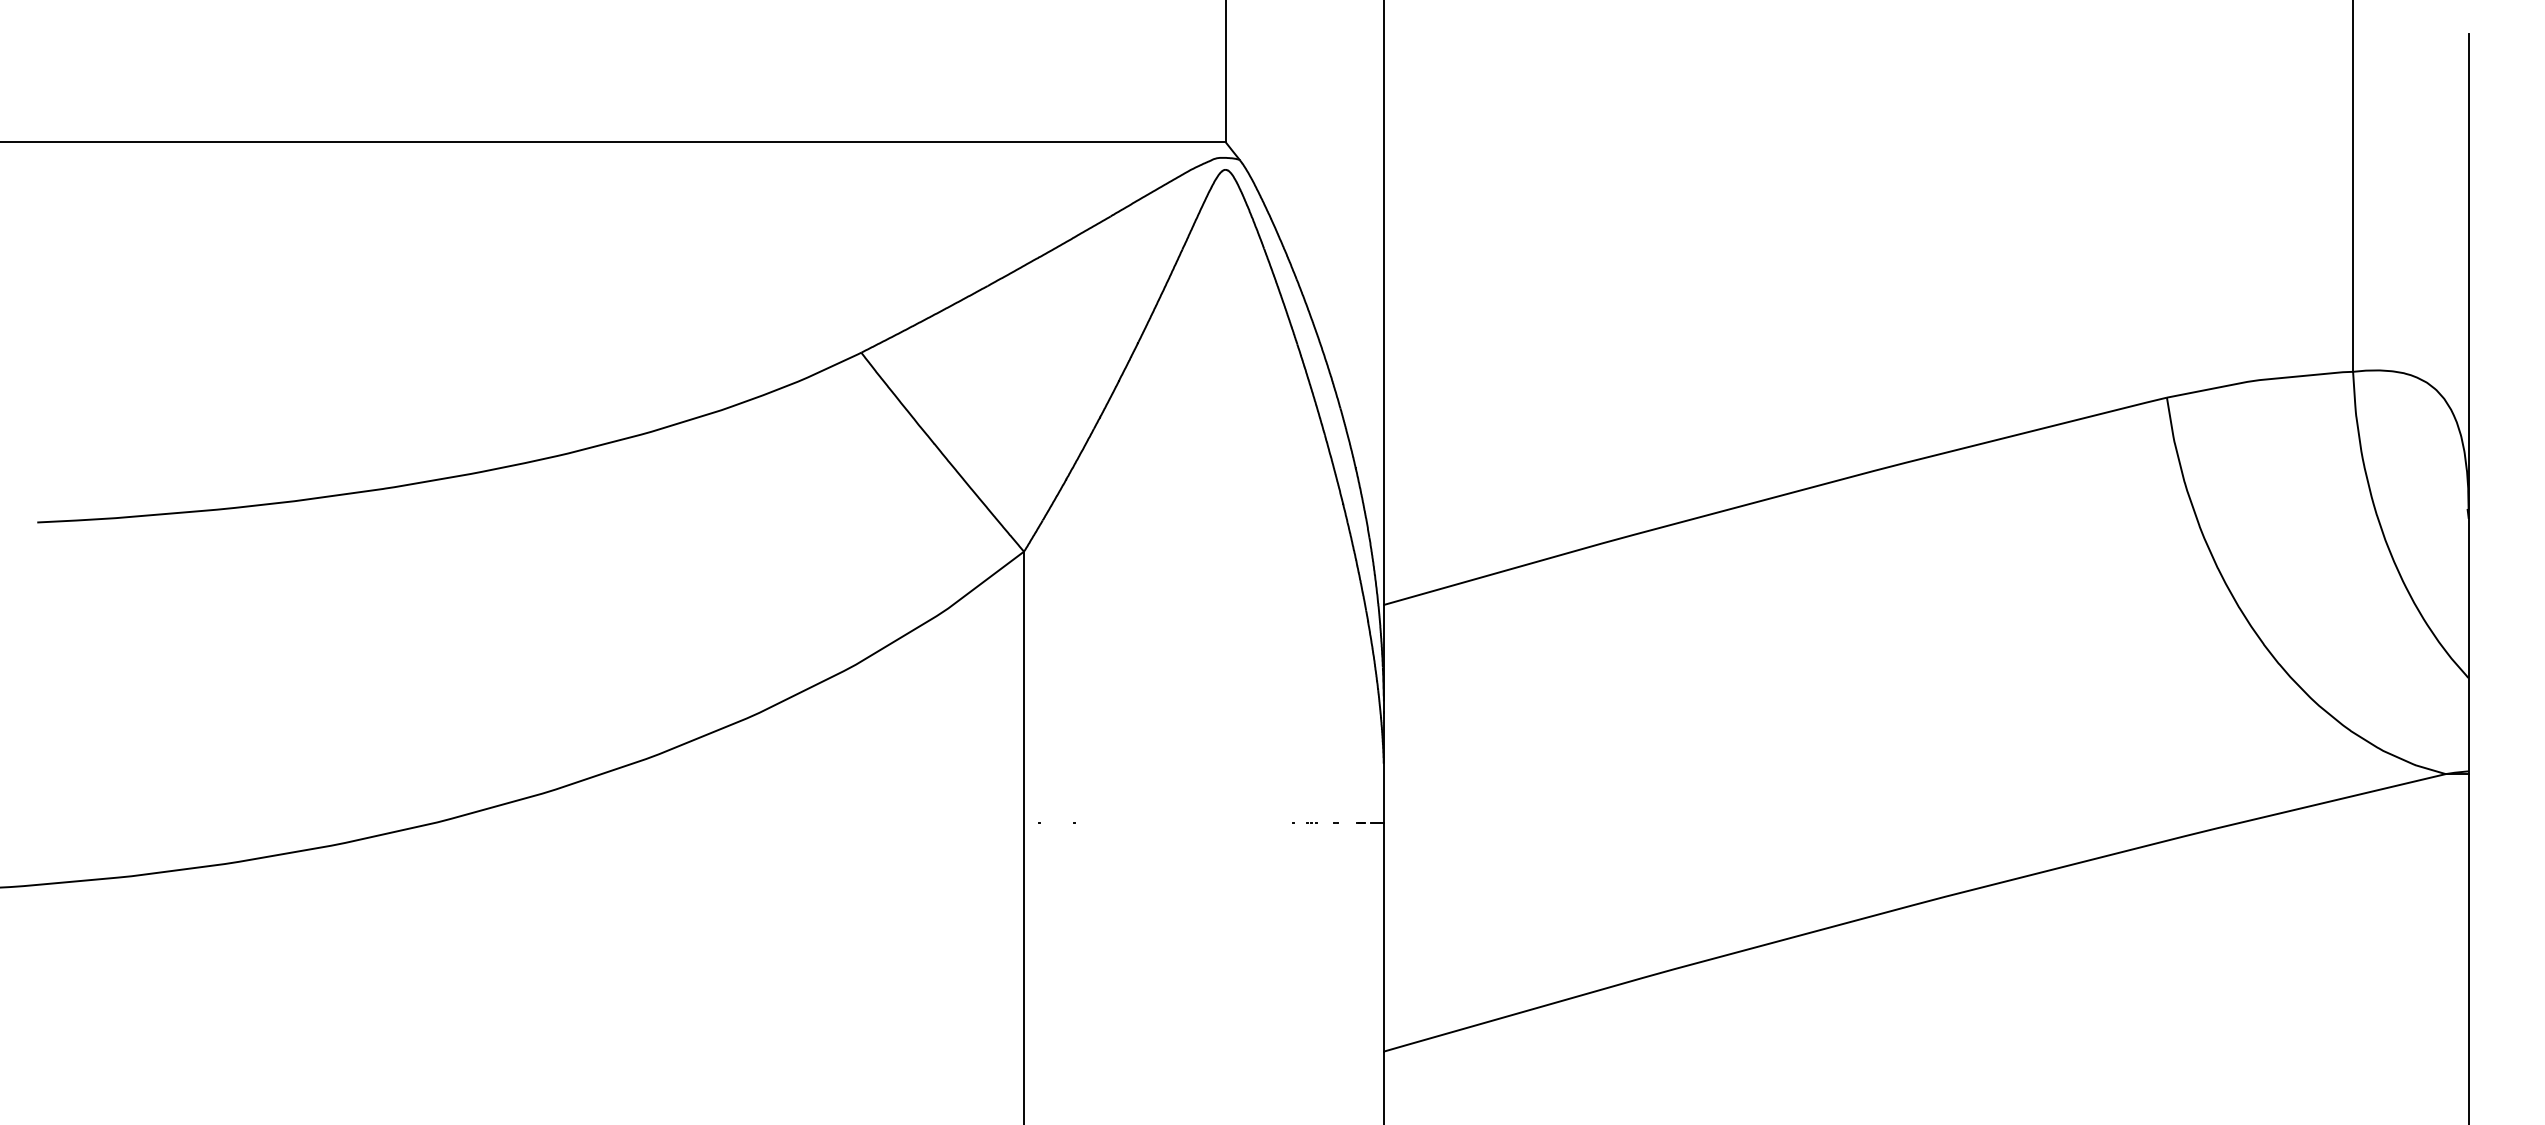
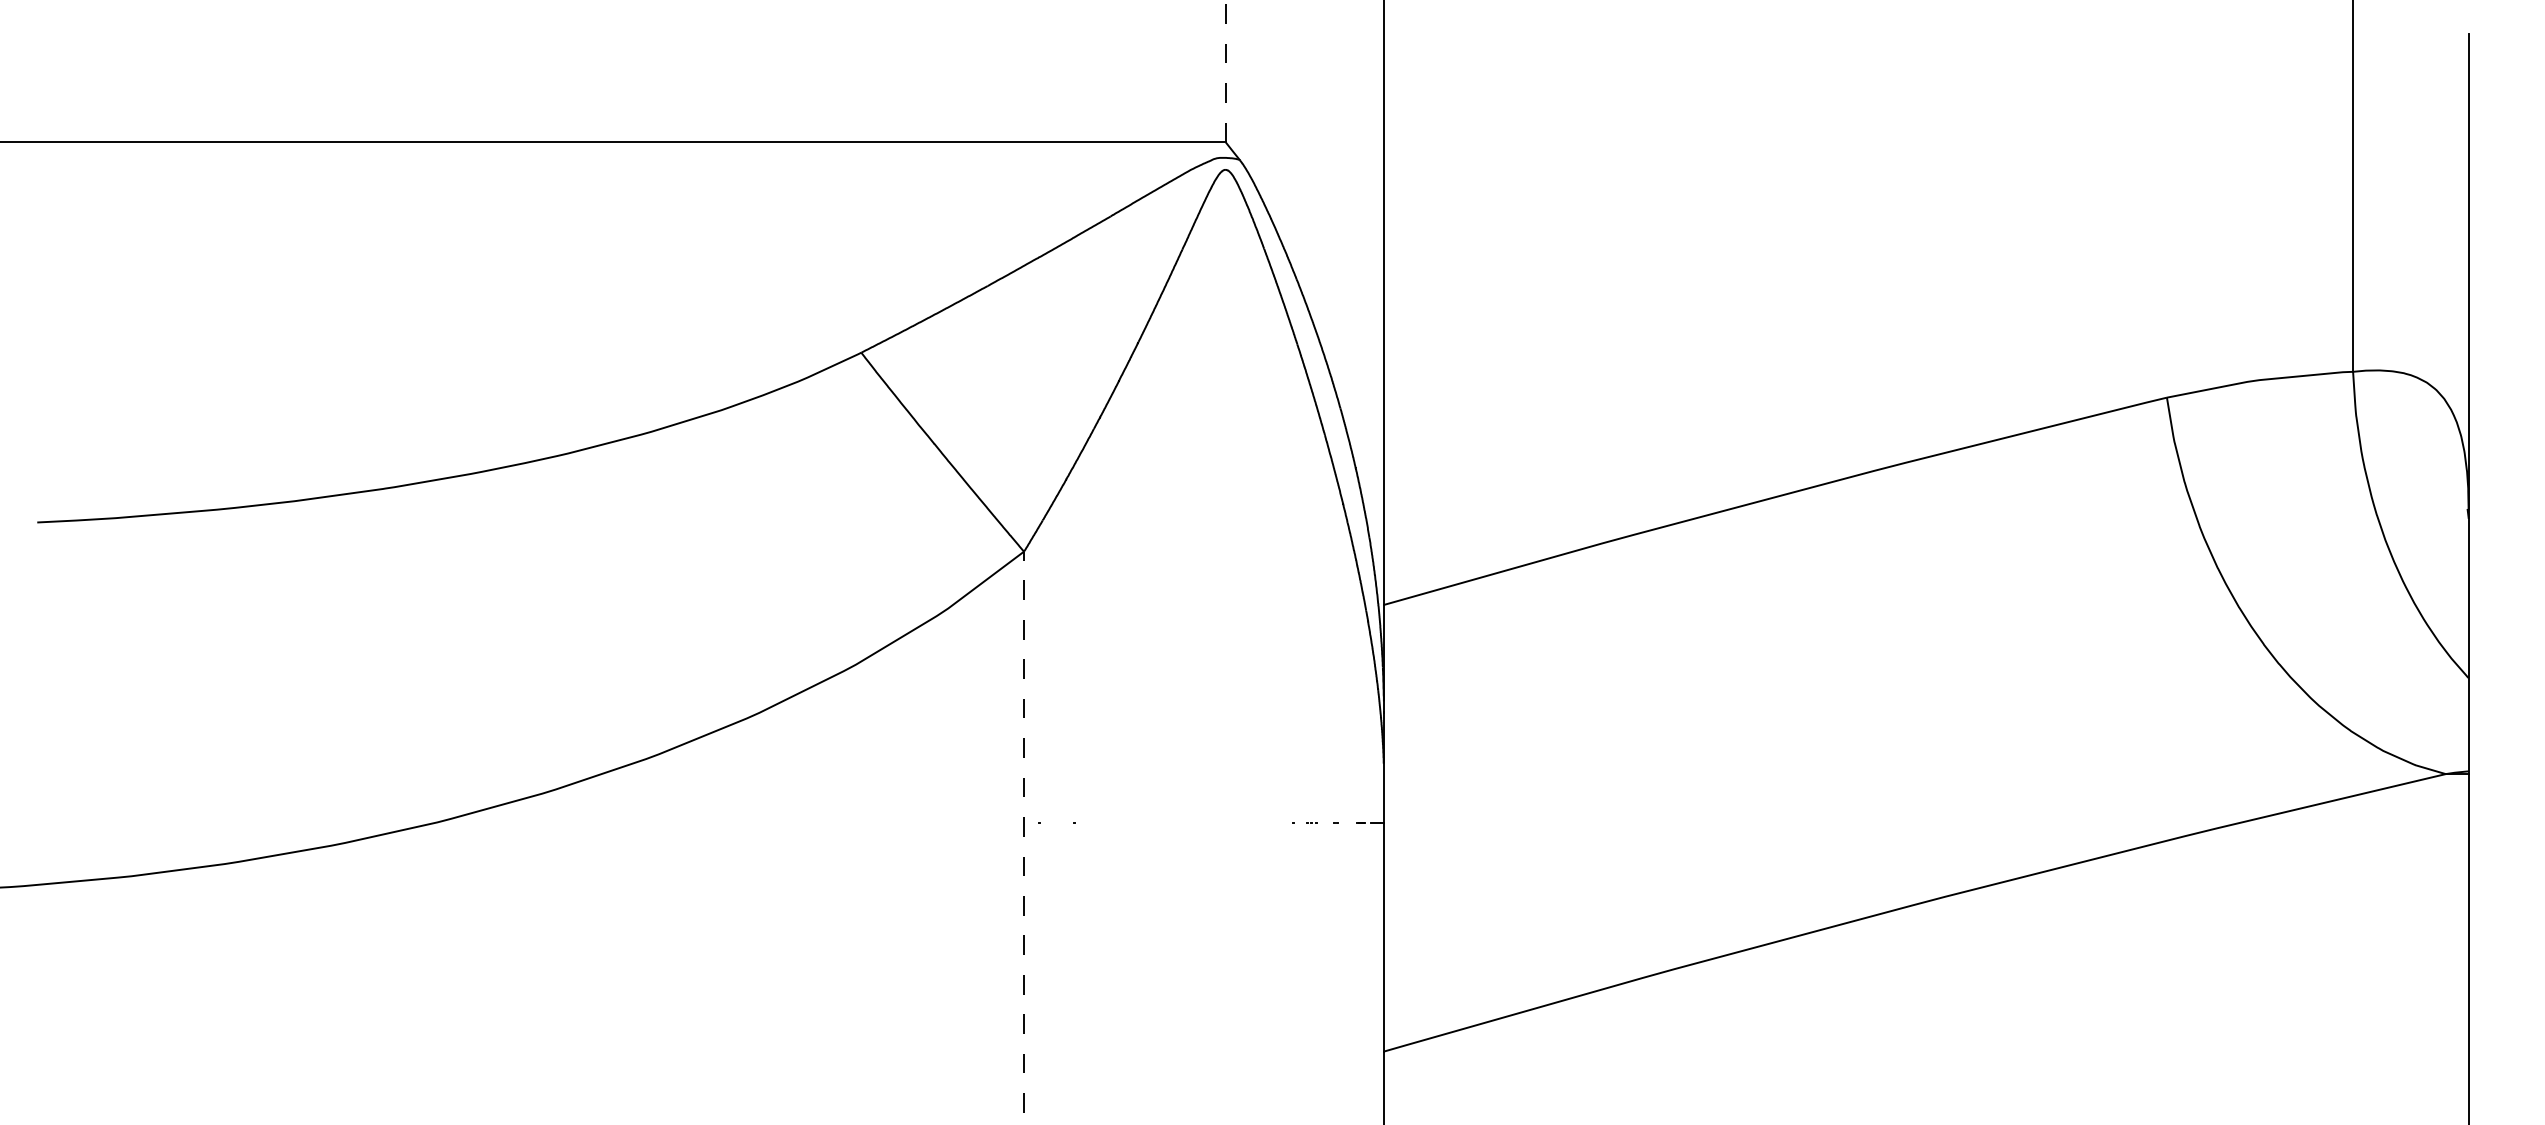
line at (1225, 71): solid -> dashed
line at (1024, 837): solid -> dashed
